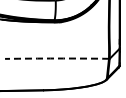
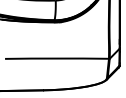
arc at (57, 58): dashed -> solid
